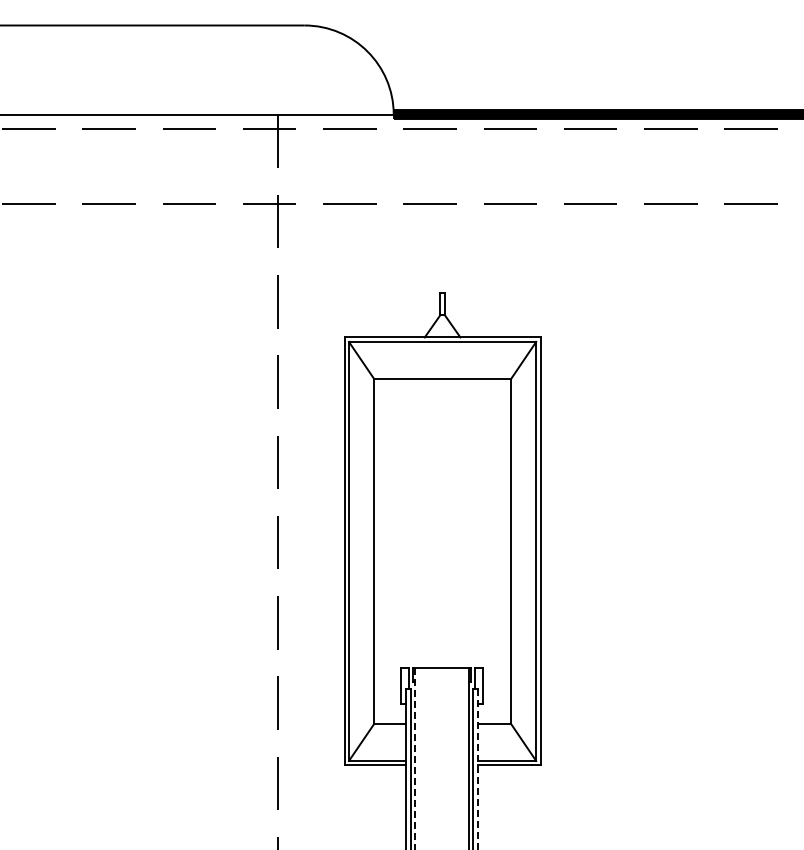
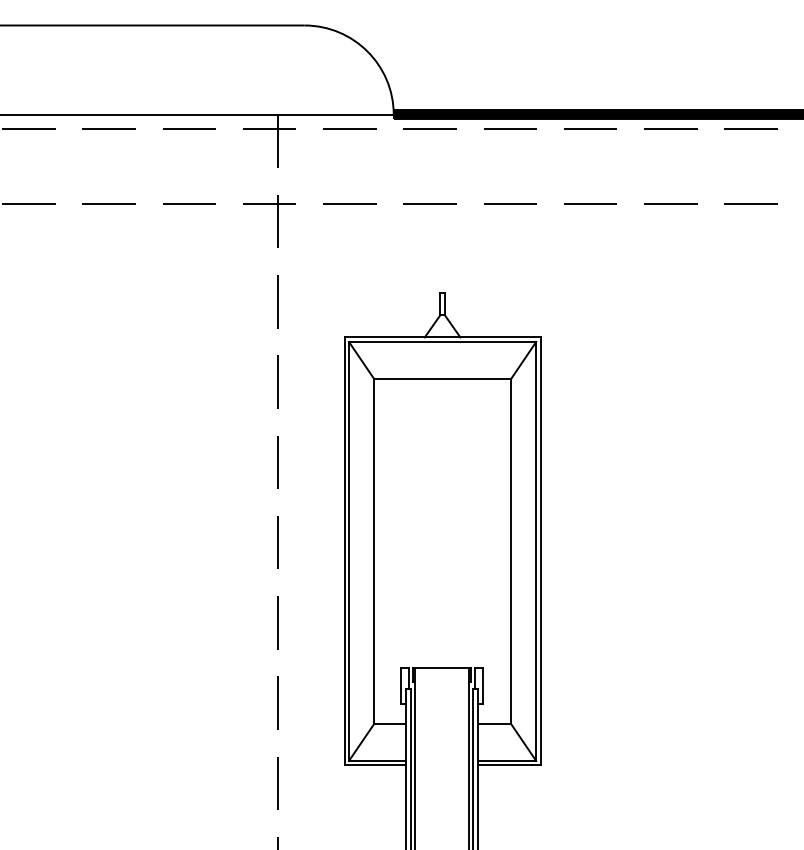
line at (415, 758): dashed -> solid
line at (477, 769): dashed -> solid
